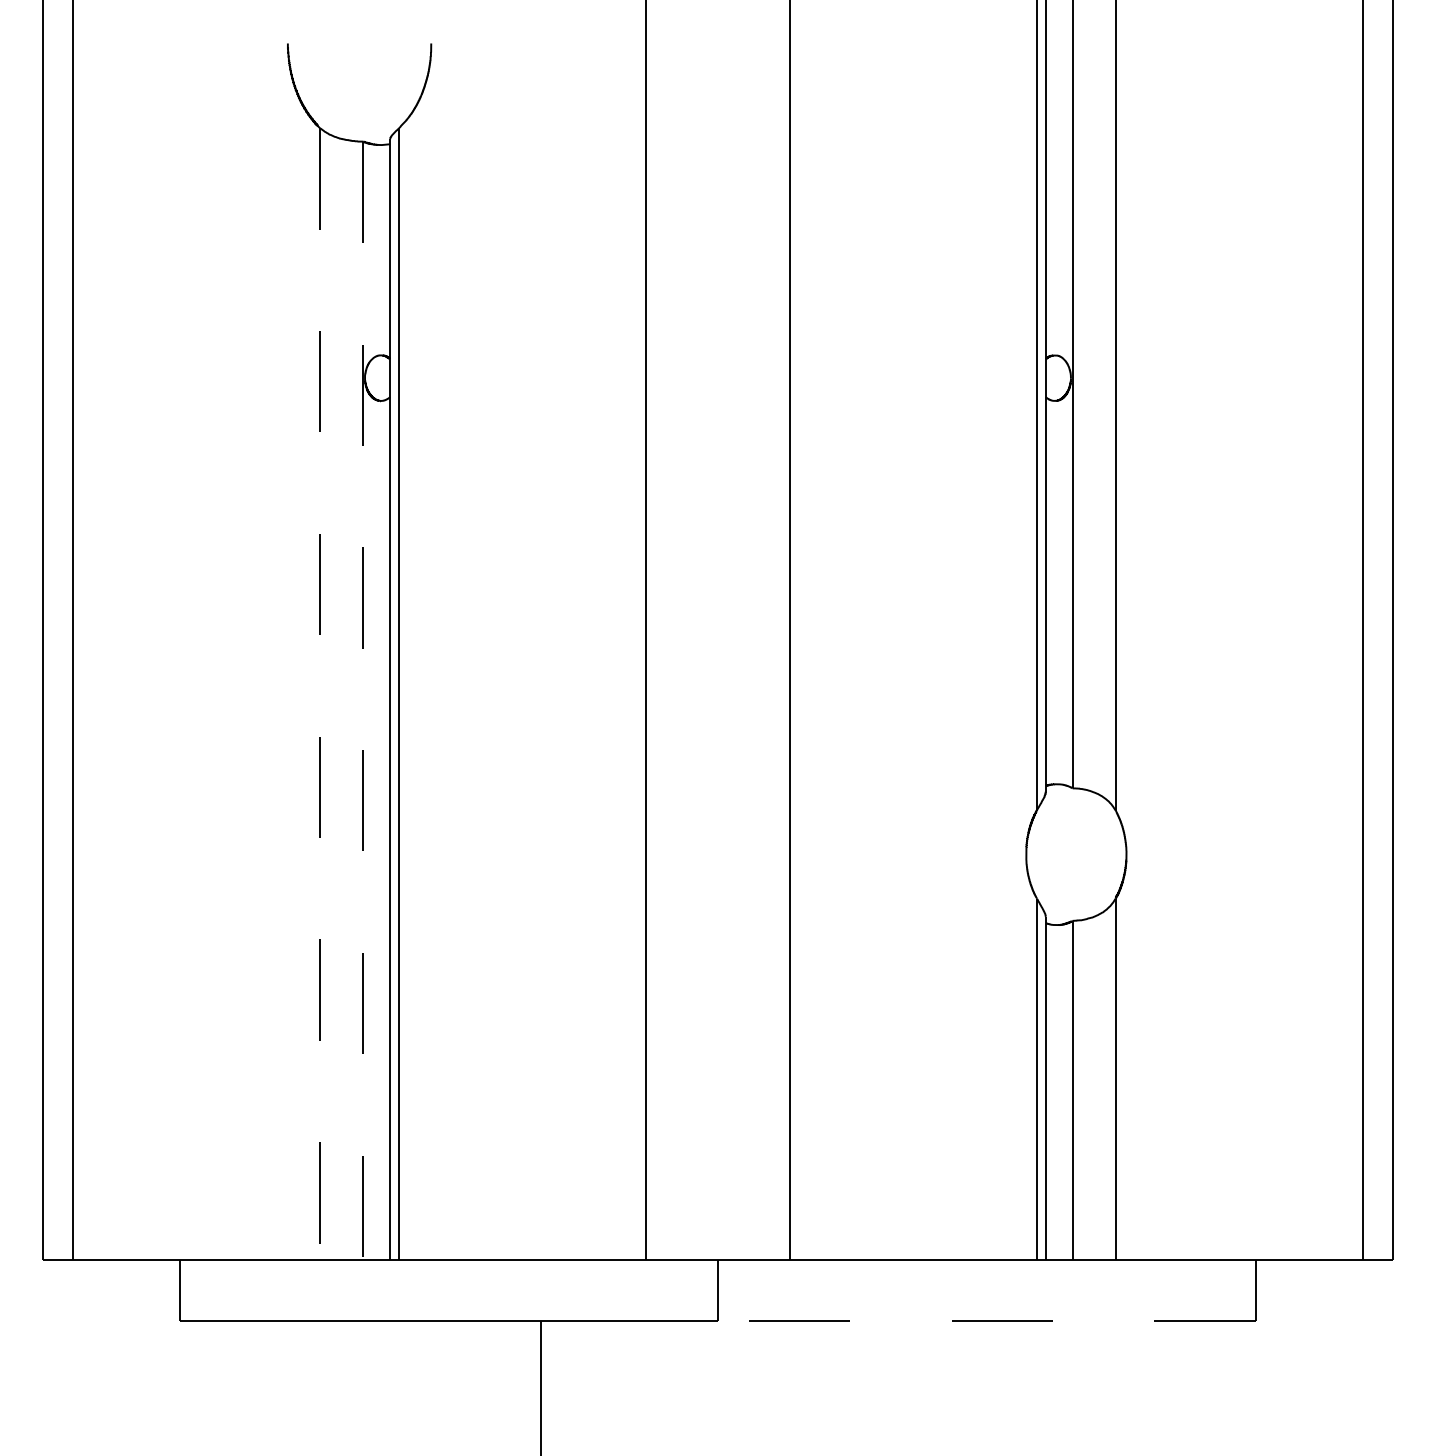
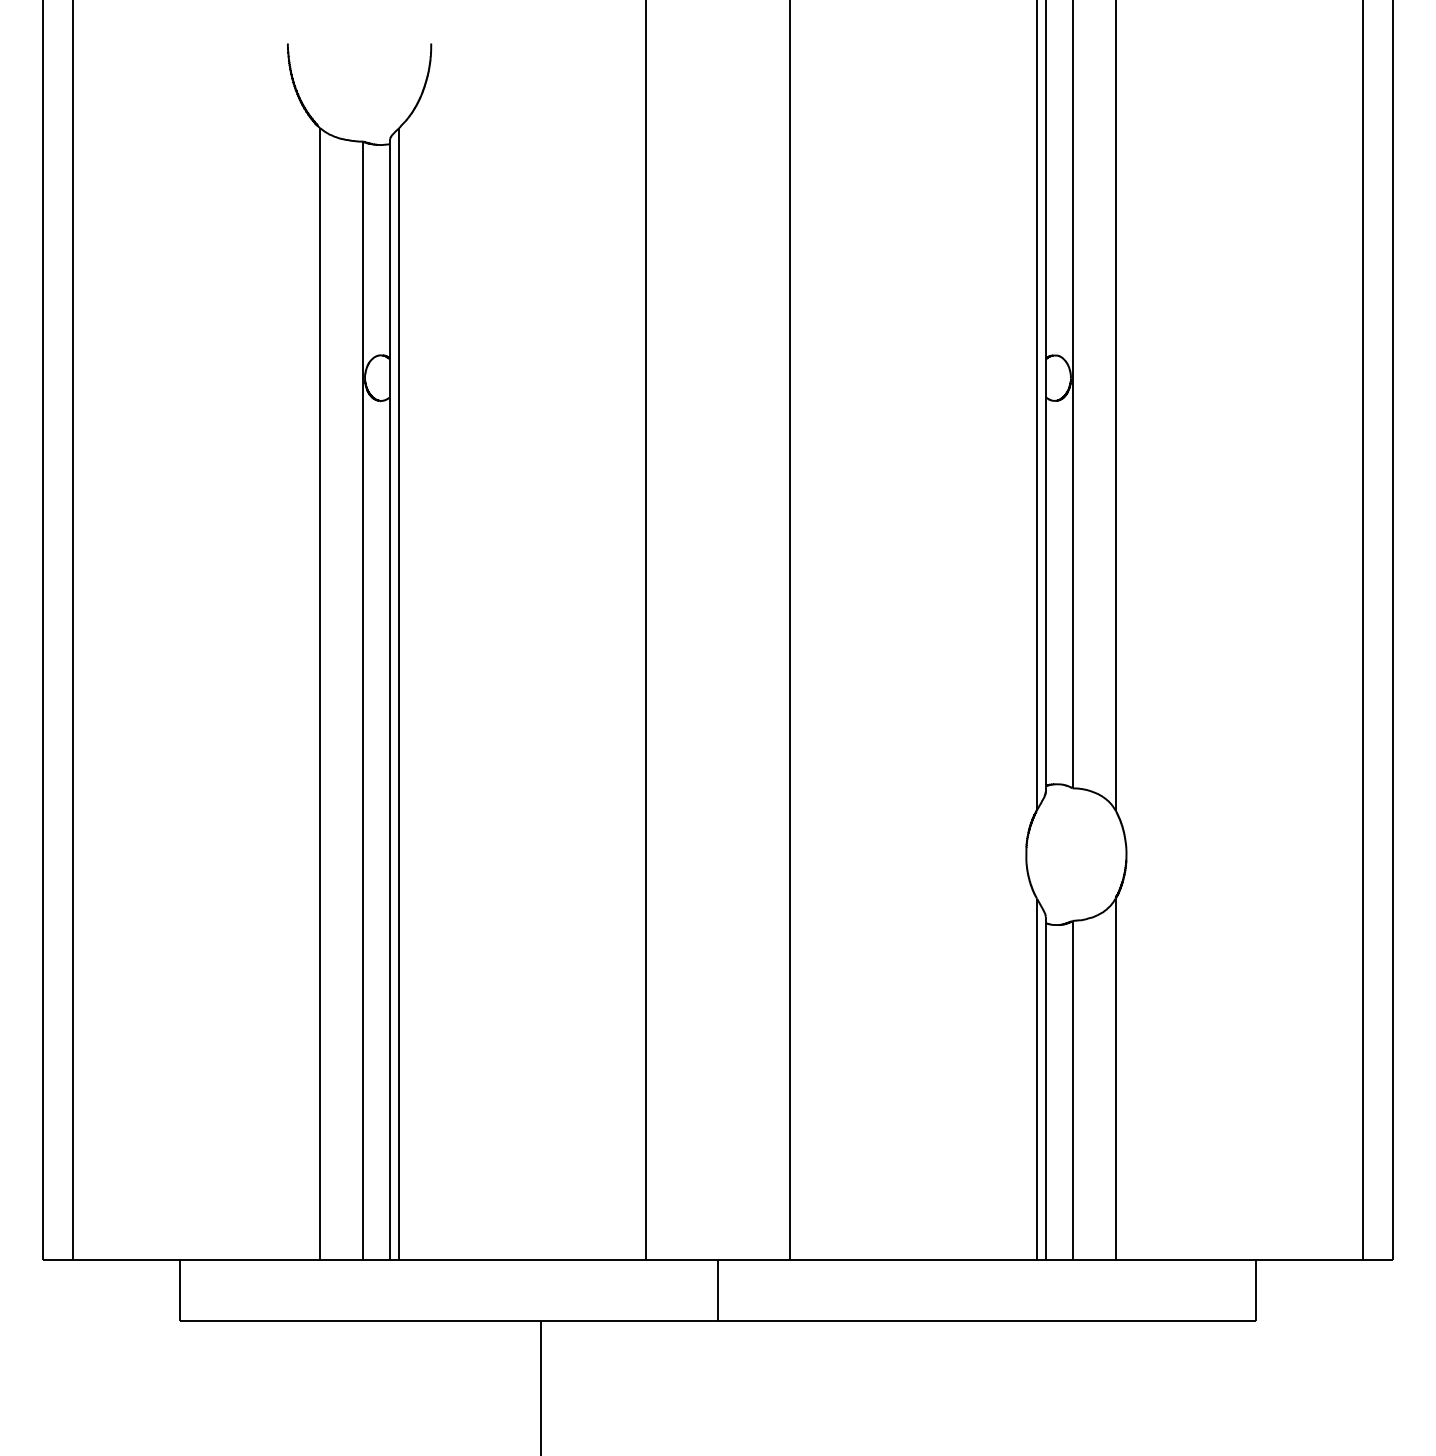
line at (320, 694): dashed -> solid
line at (363, 701): dashed -> solid
line at (986, 1321): dashed -> solid
